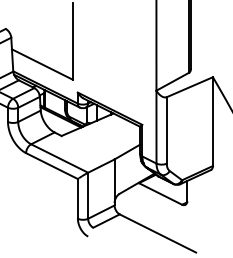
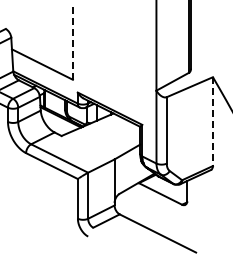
line at (72, 41): solid -> dashed
line at (212, 122): solid -> dashed
